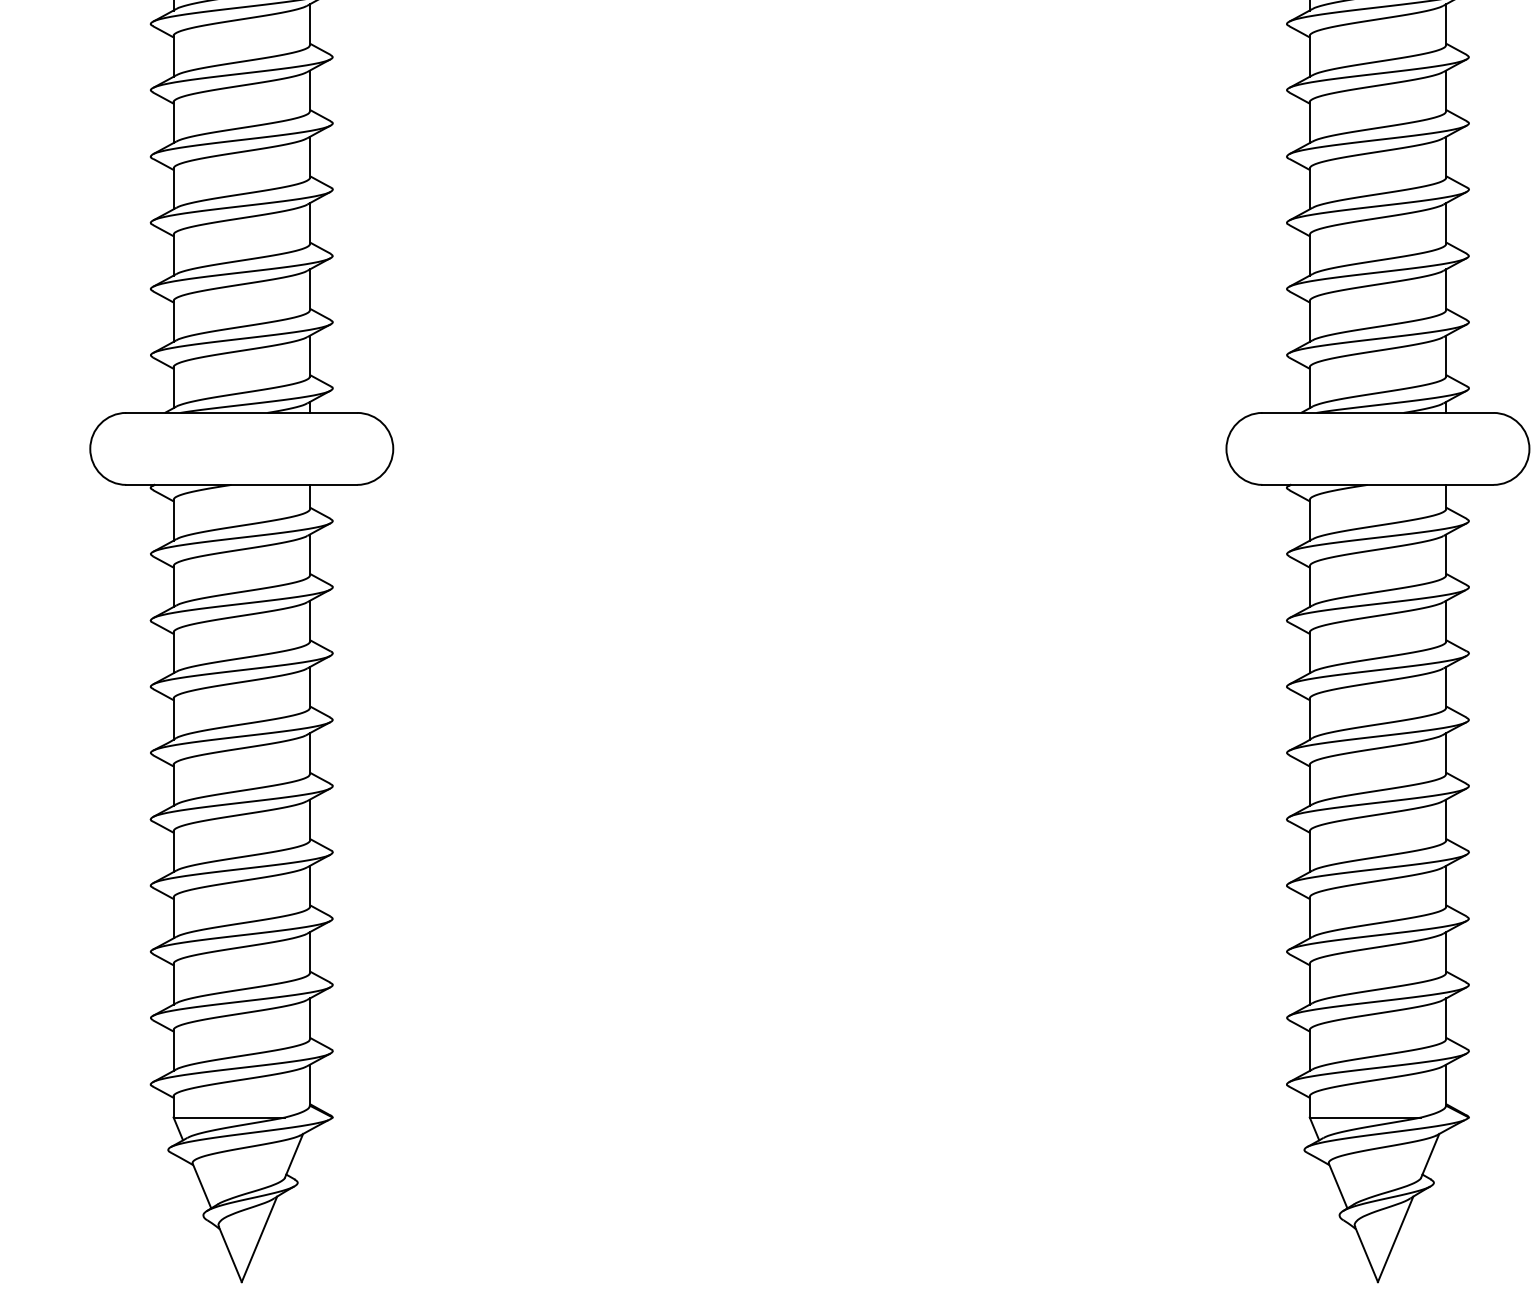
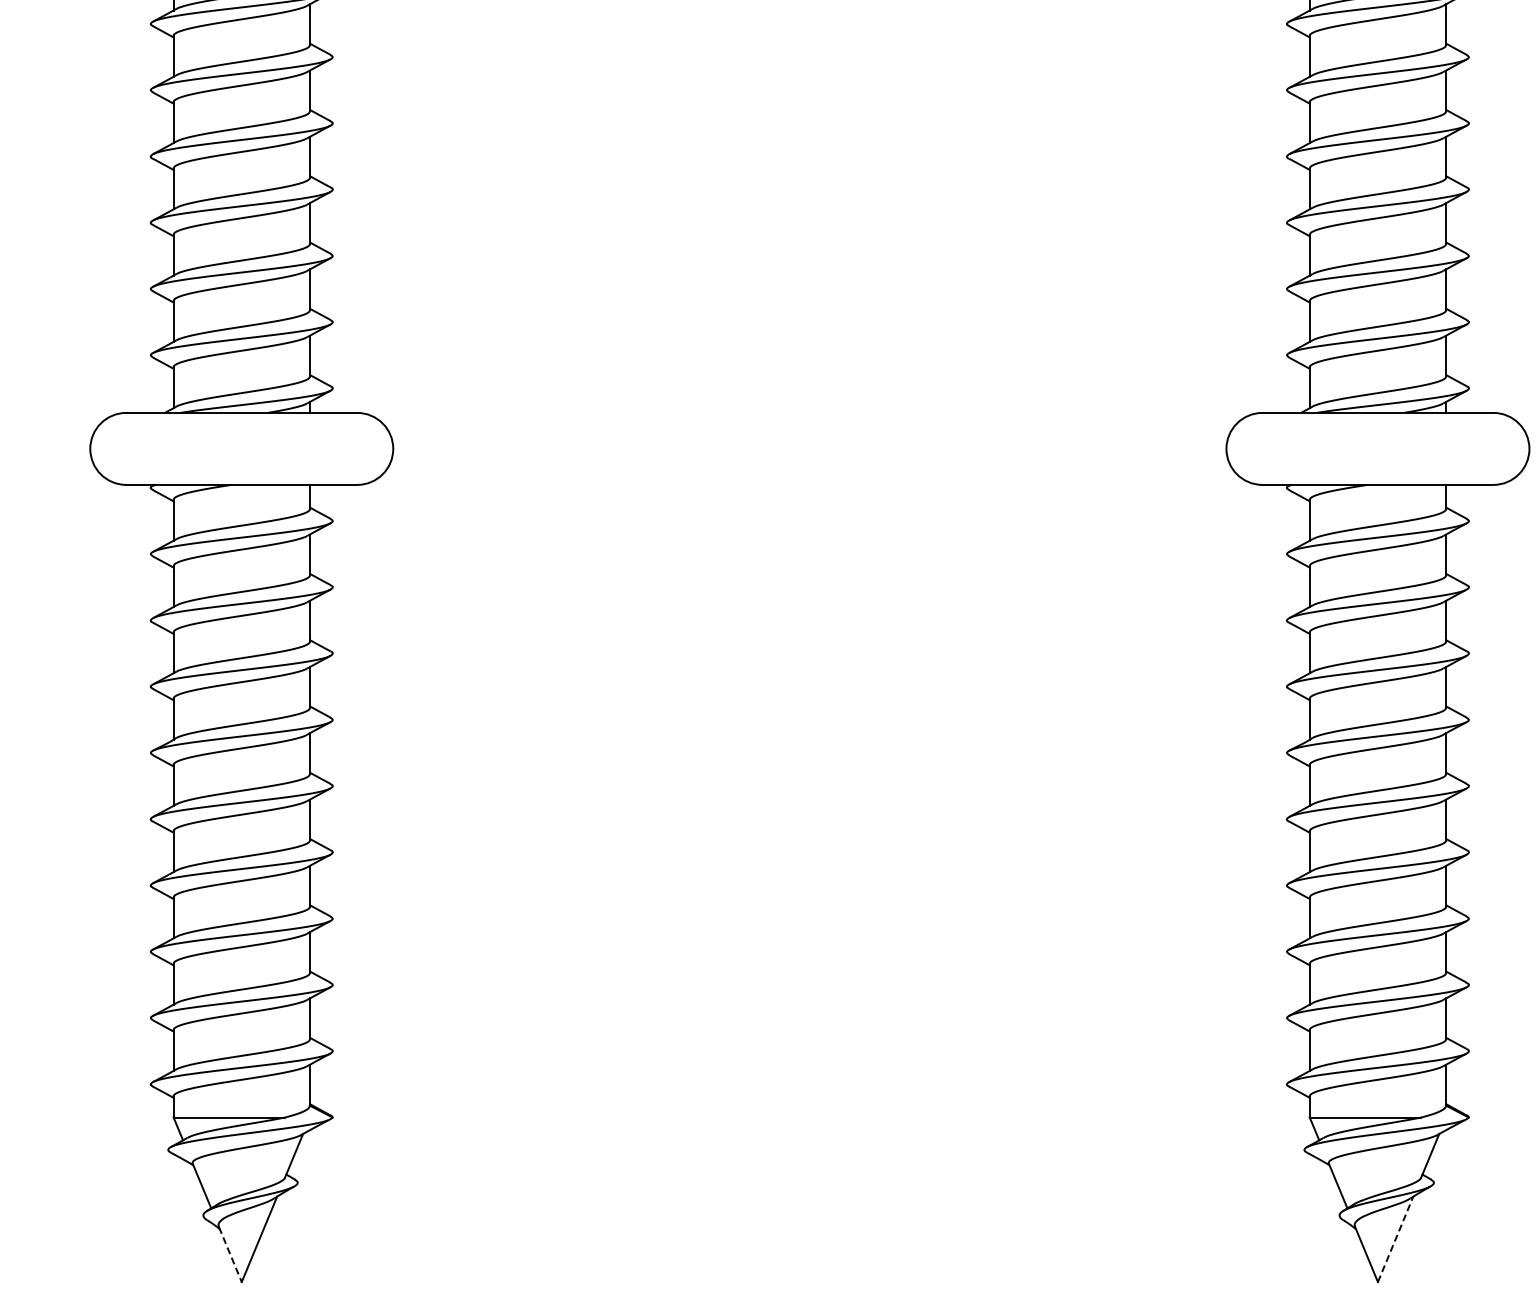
line at (1395, 1238): solid -> dashed
line at (230, 1254): solid -> dashed
